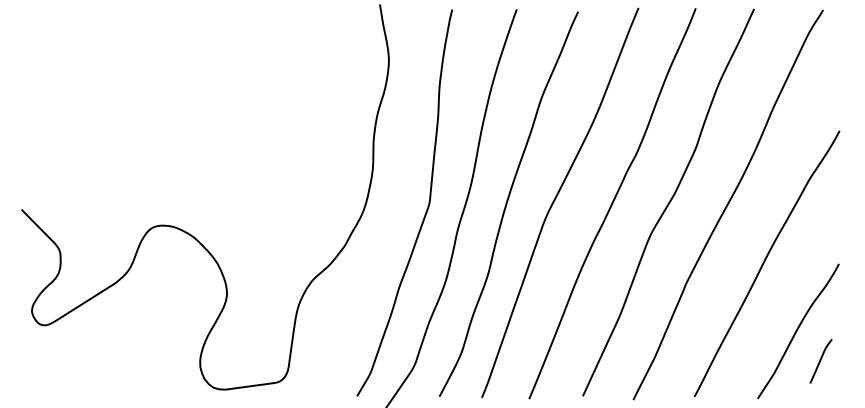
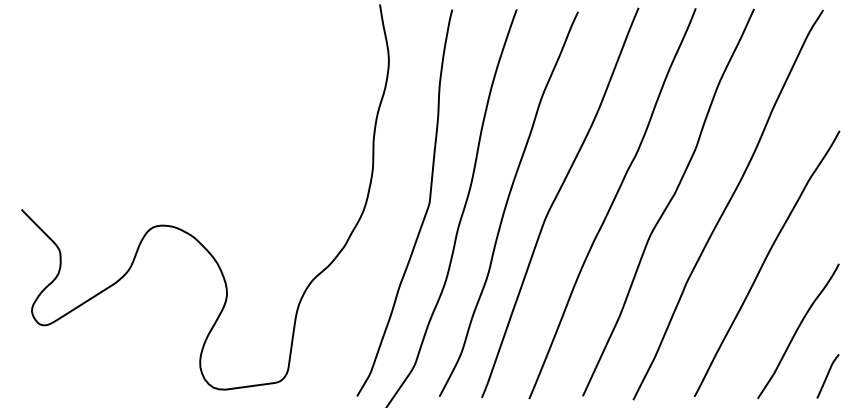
curve at (820, 361) position: (820, 361) -> (827, 376)
